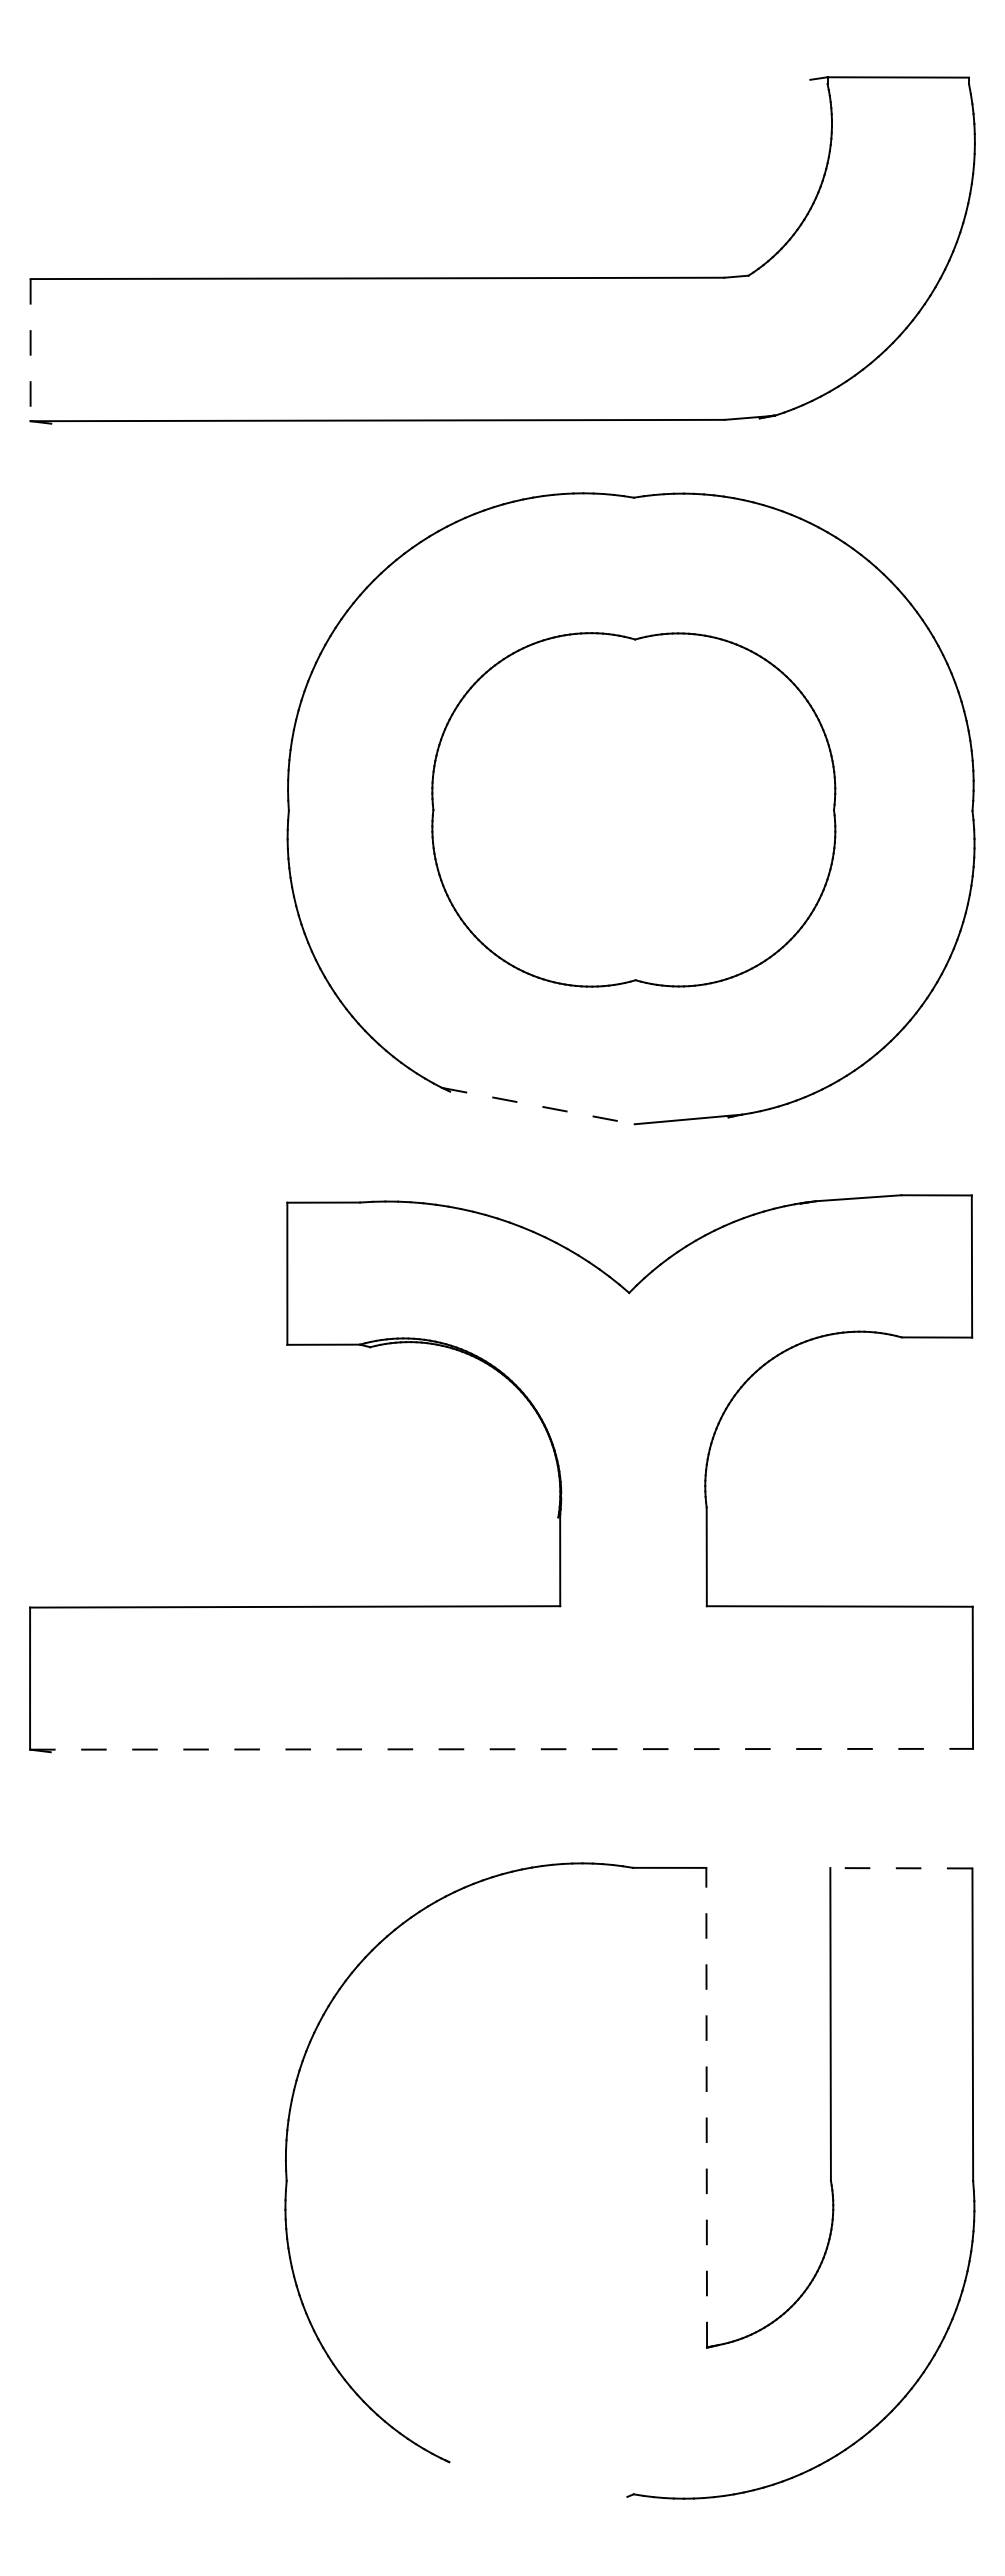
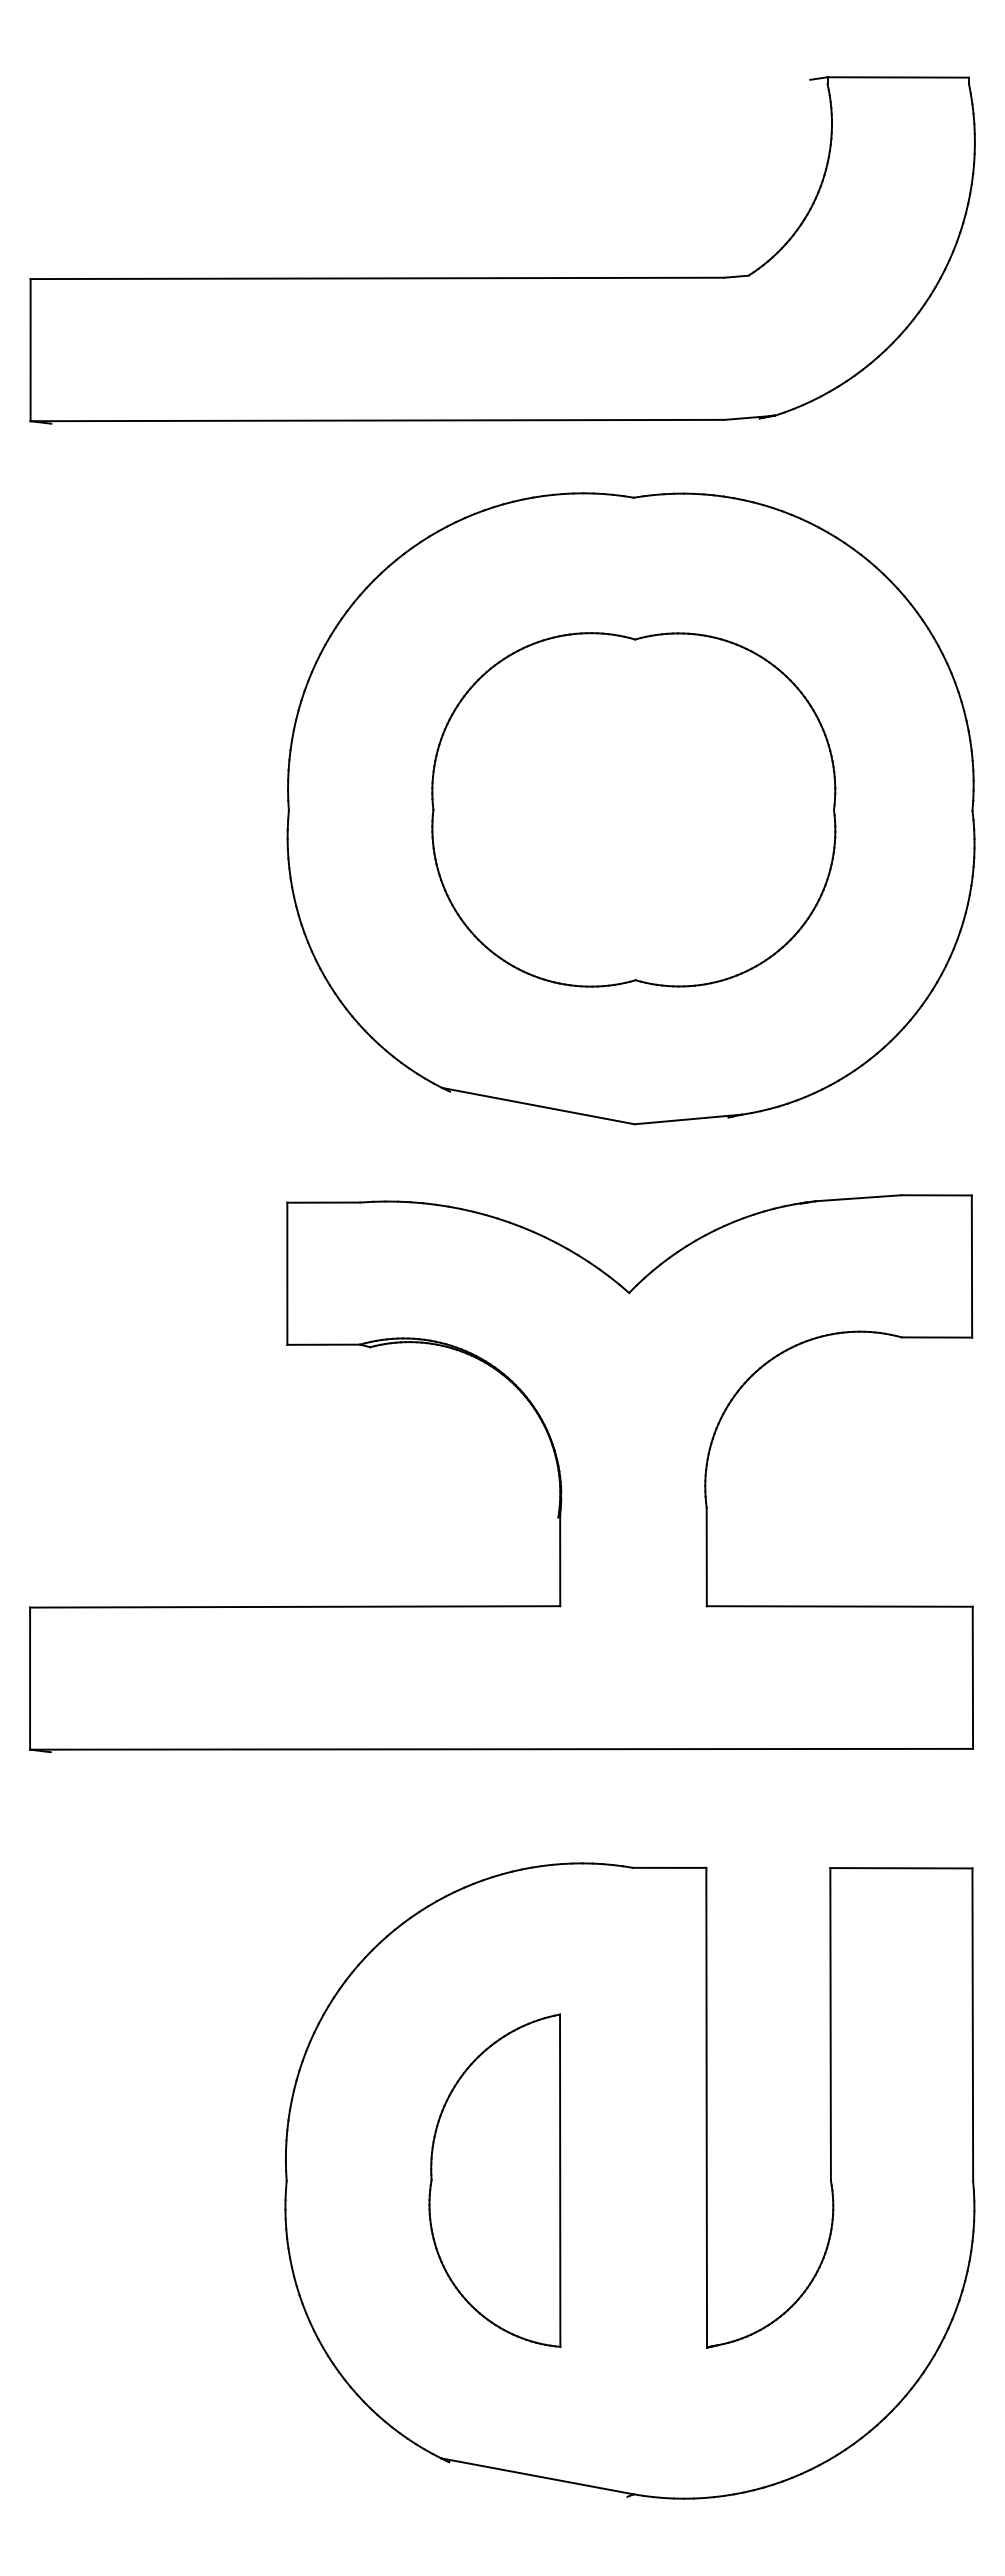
line at (30, 350): dashed -> solid
line at (538, 1106): dashed -> solid
line at (502, 1749): dashed -> solid
line at (900, 1868): dashed -> solid
line at (706, 2107): dashed -> solid
part at (494, 2180): none -> present
line at (537, 2476): none -> present
